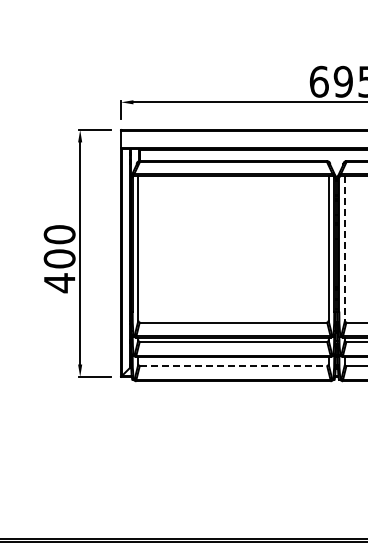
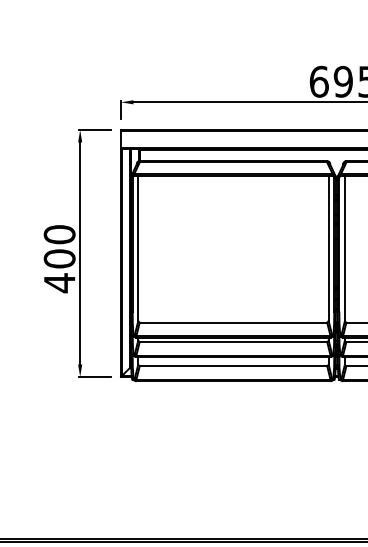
line at (344, 248): dashed -> solid
line at (233, 366): dashed -> solid
